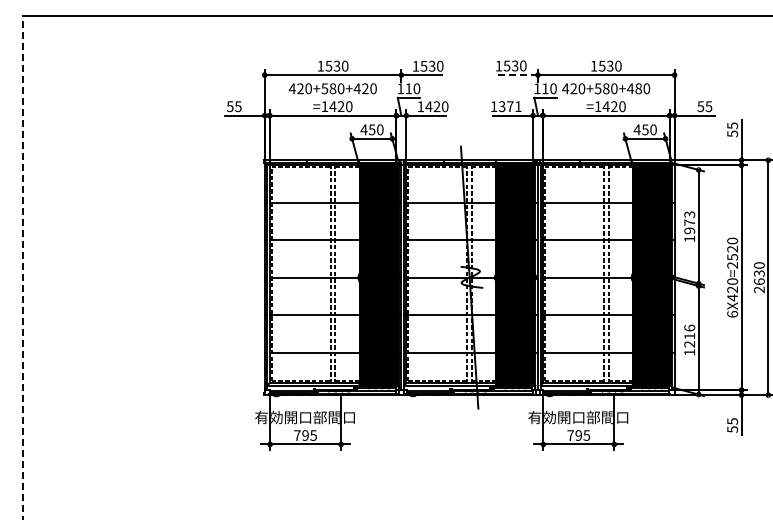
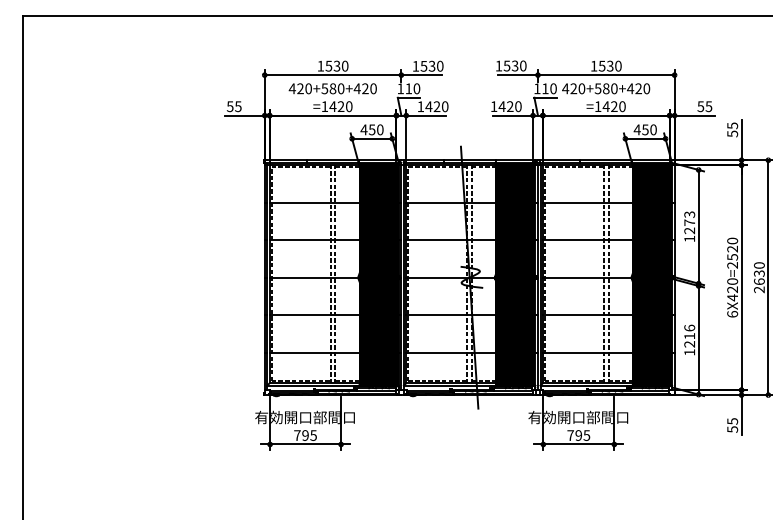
line at (517, 75): dashed -> solid
text at (638, 88): 420+580+480 -> 420+580+420
text at (509, 106): 1371 -> 1420
text at (690, 230): 1973 -> 1273
line at (23, 267): dashed -> solid
